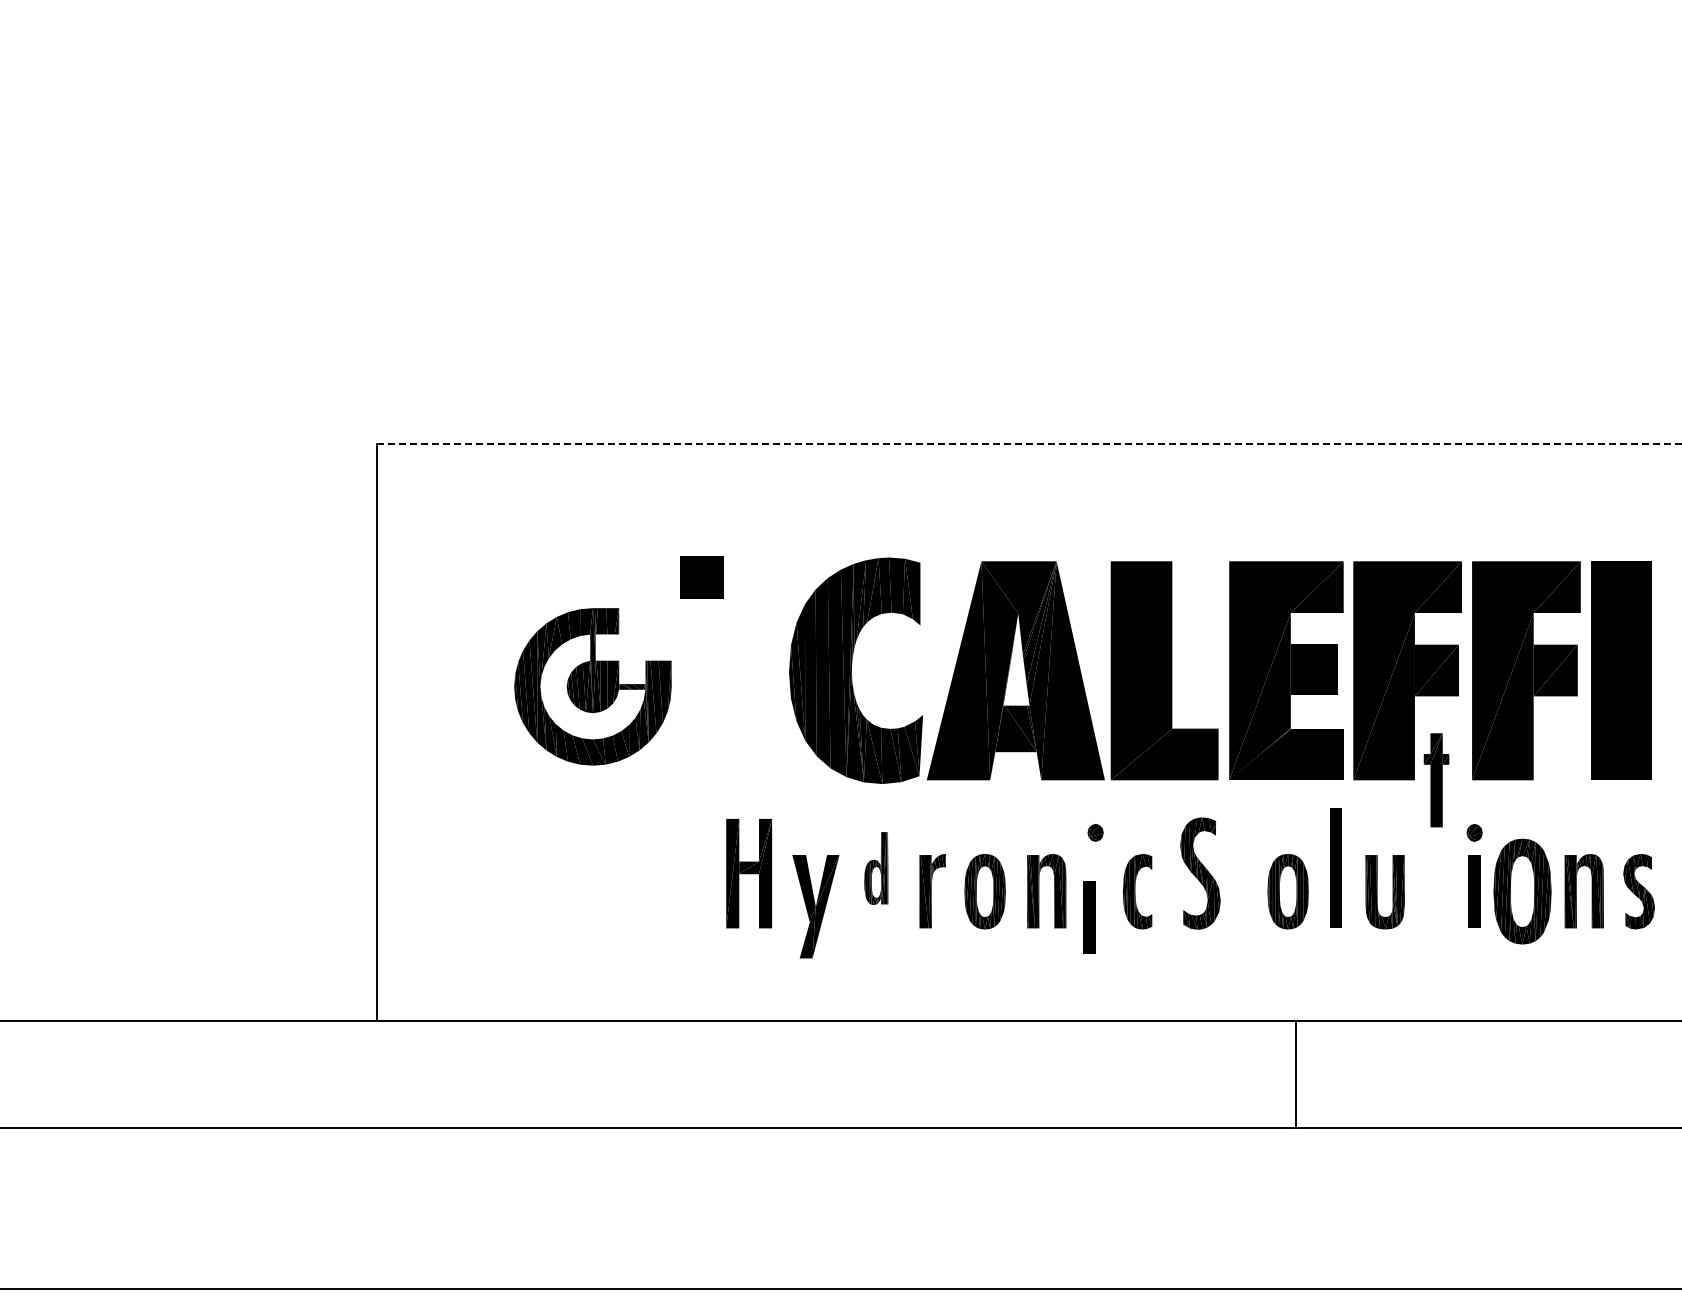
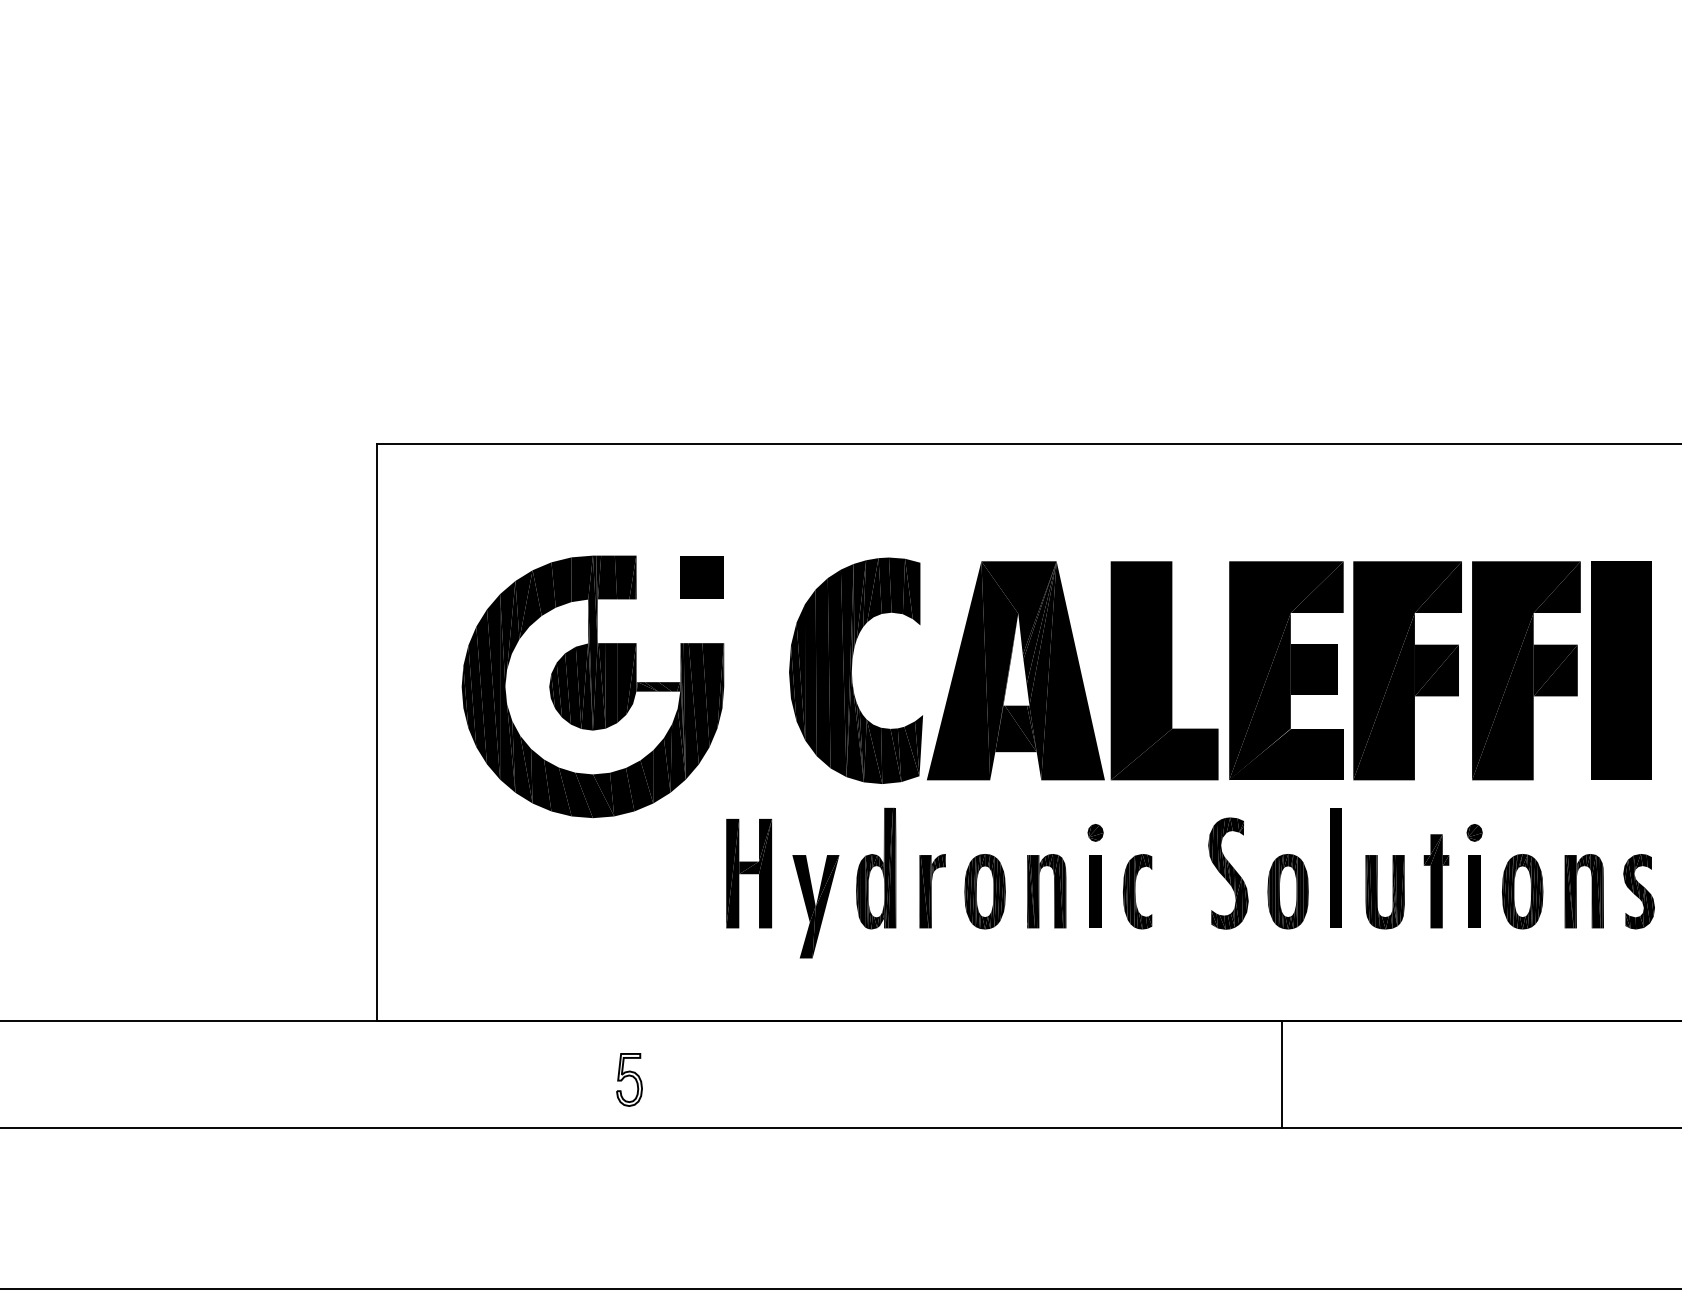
line at (1029, 444): dashed -> solid
part at (592, 686) size: 158x158 px -> 264x264 px
part at (1436, 780) position: (1436, 780) -> (1436, 881)
part at (876, 868) size: 25x73 px -> 41x123 px
part at (1200, 873) position: (1200, 873) -> (1228, 873)
part at (1522, 891) size: 59x107 px -> 42x76 px
part at (1089, 917) position: (1089, 917) -> (1095, 891)
line at (1296, 1074) position: (1296, 1074) -> (1282, 1074)
part at (629, 1079): none -> present
